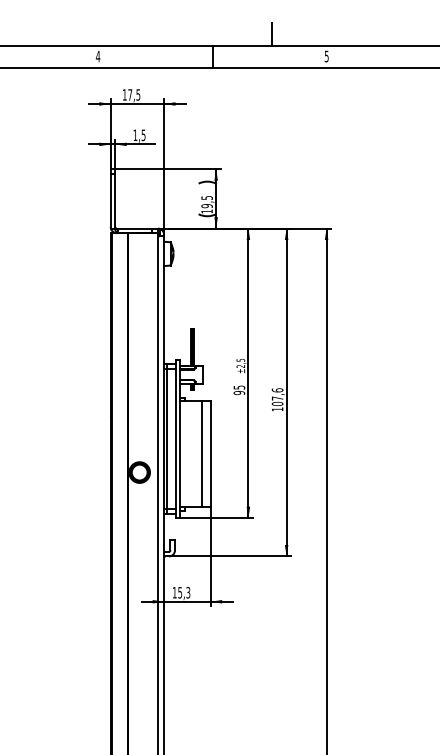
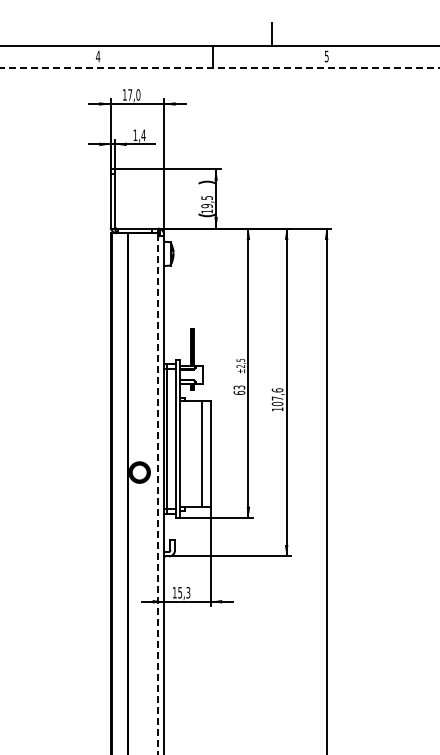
line at (220, 68): solid -> dashed
text at (138, 94): 17,5 -> 17,0
text at (143, 135): 1,5 -> 1,4
text at (239, 390): 95 -> 63
line at (157, 495): solid -> dashed
